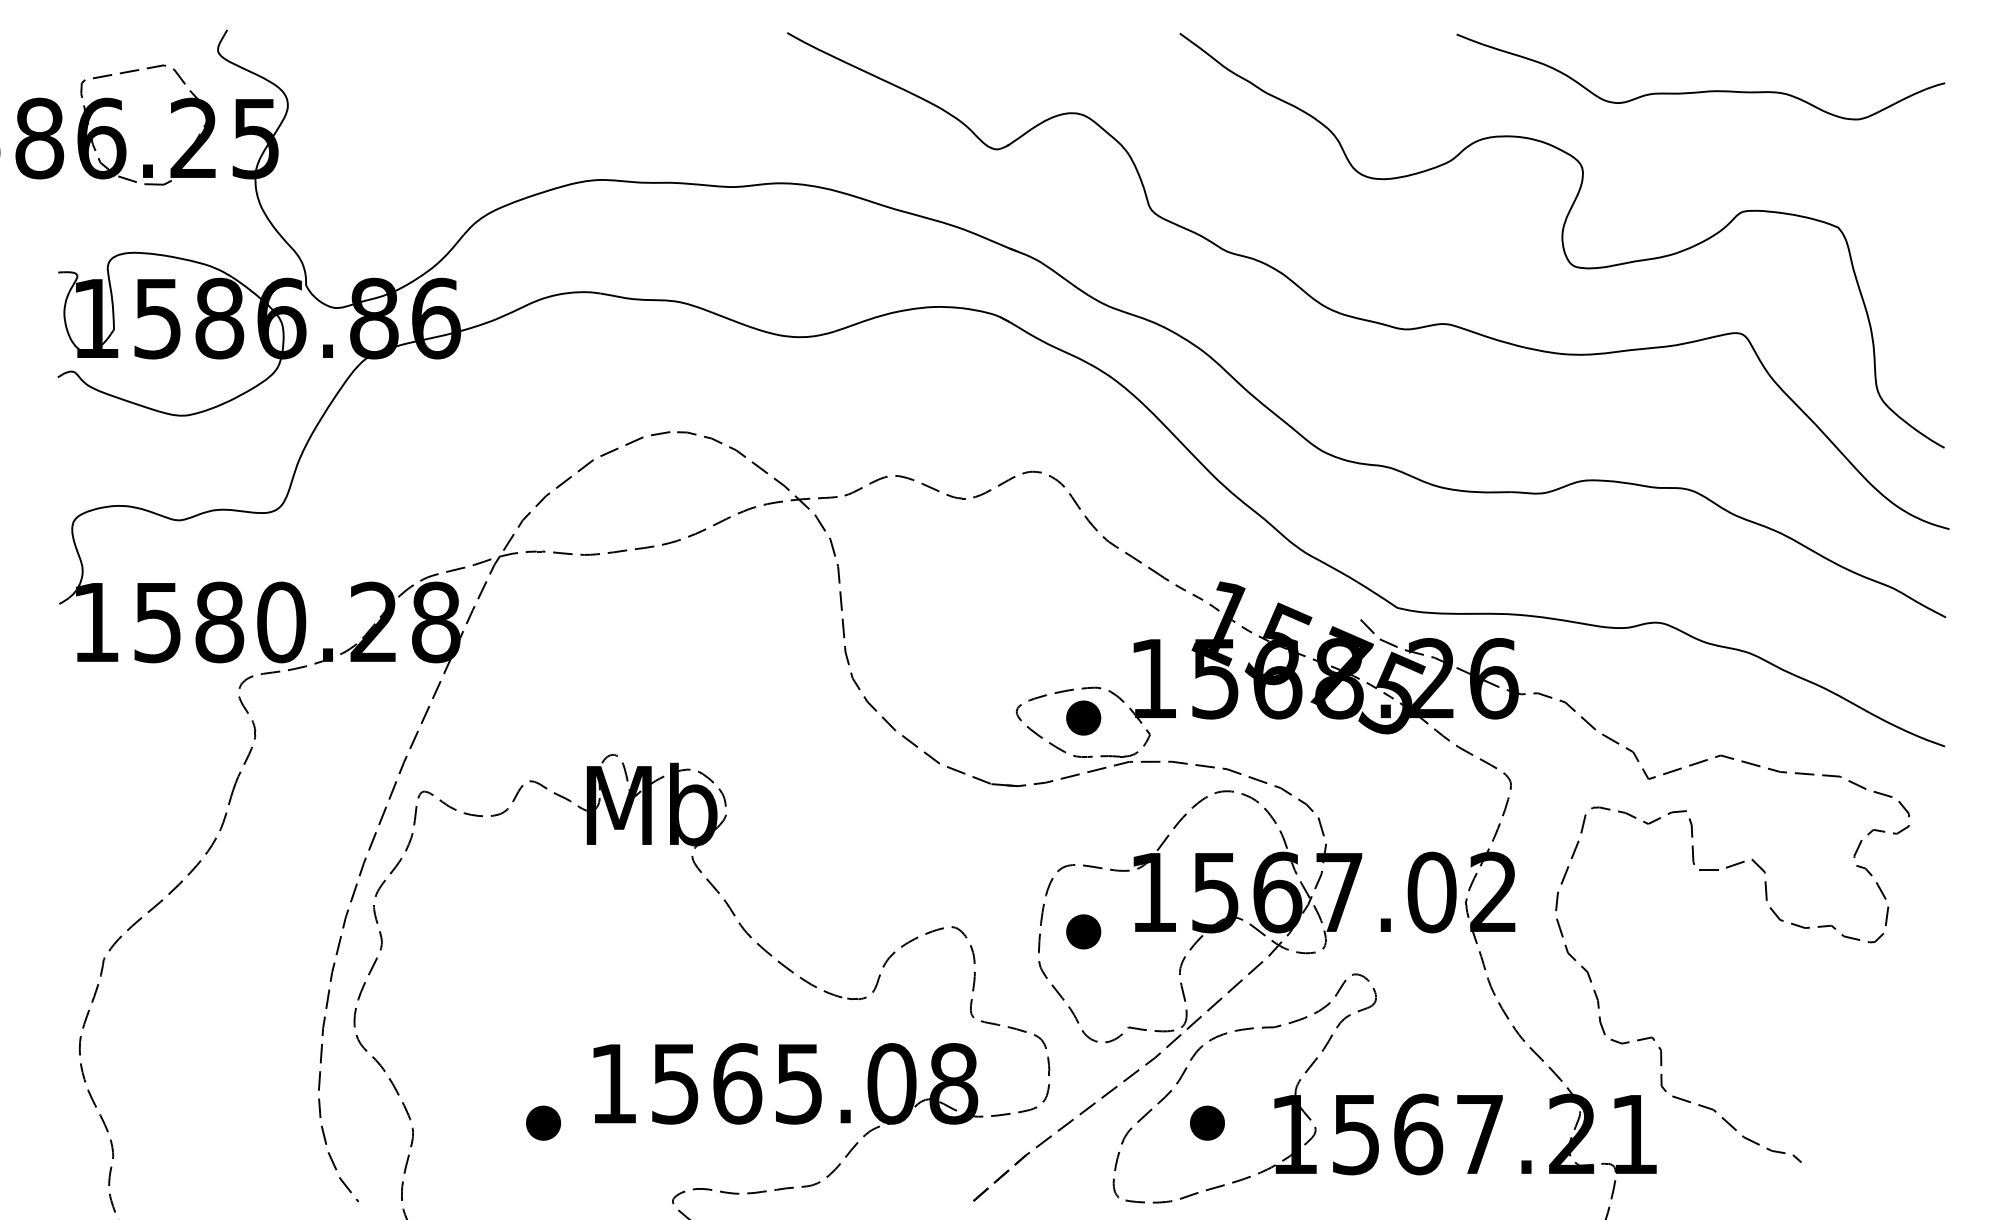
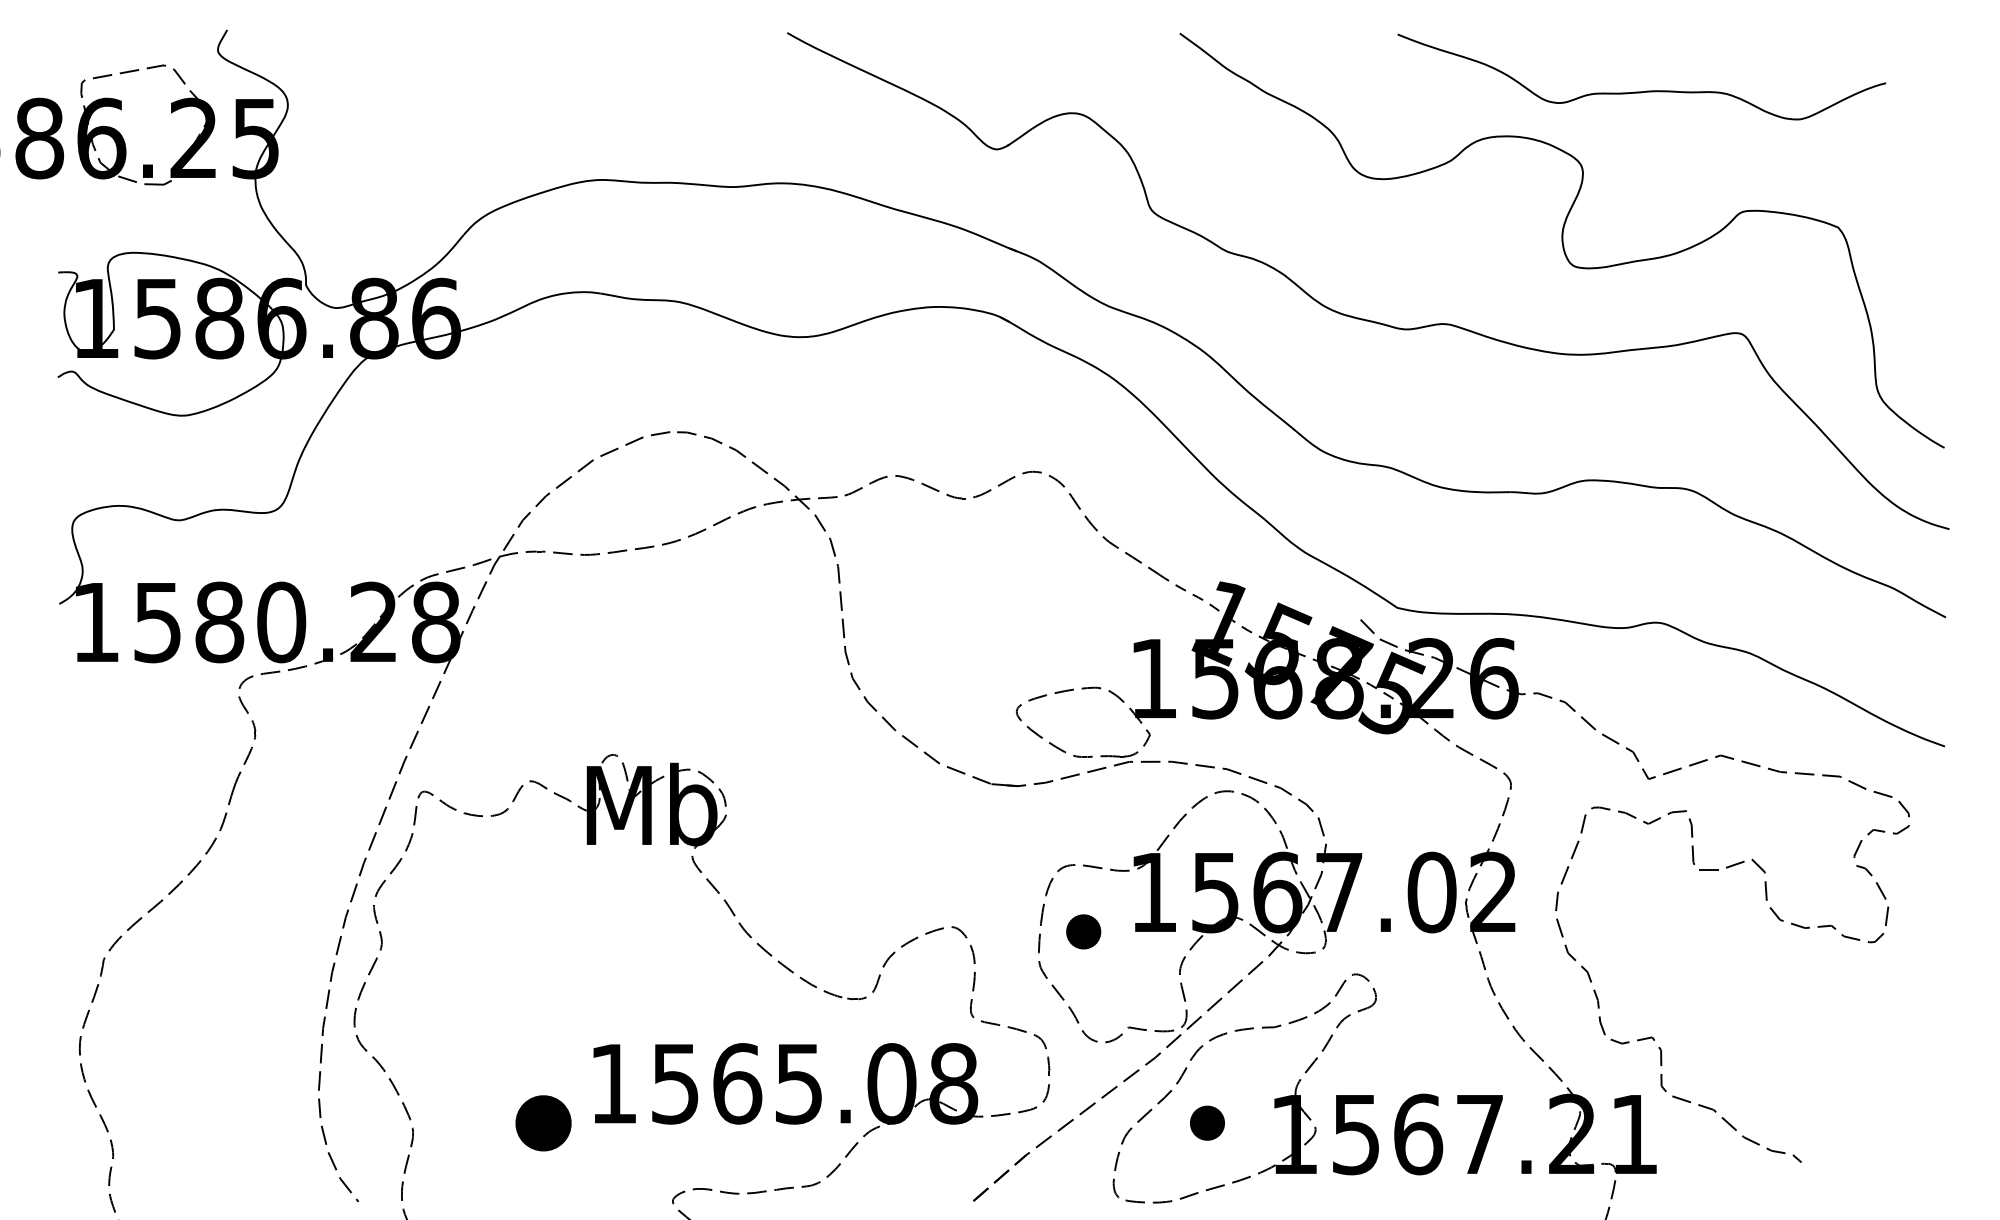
part at (1705, 90) position: (1705, 90) -> (1646, 90)
part at (1083, 717): present -> none
part at (543, 1122) size: 35x36 px -> 57x57 px
